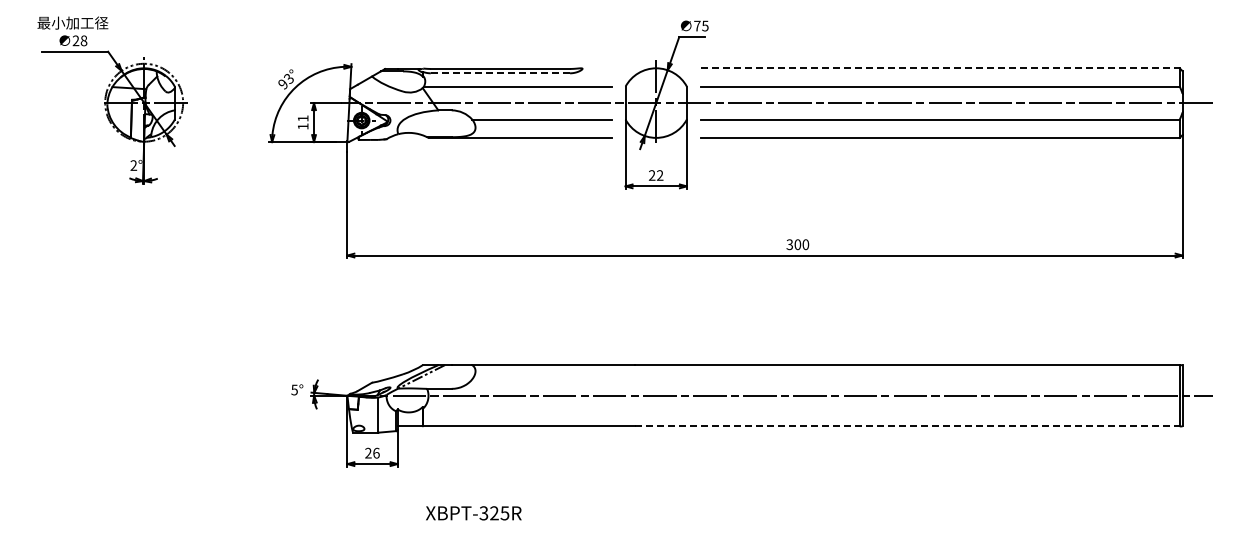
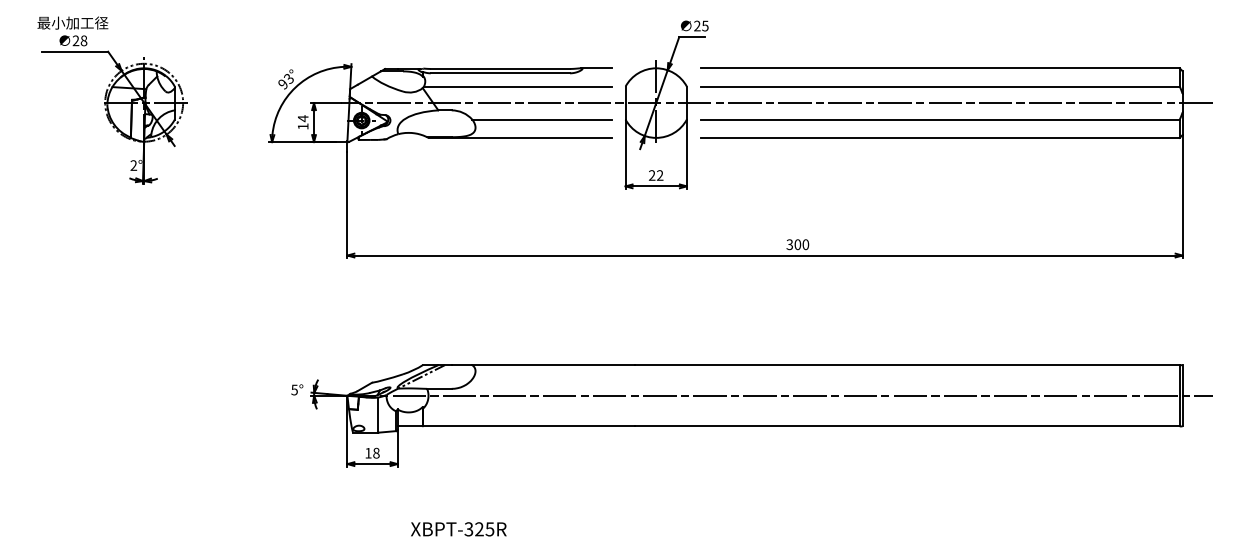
text at (697, 25): 75 -> 25
line at (596, 68): none -> present
line at (940, 68): dashed -> solid
line at (500, 73): dashed -> solid
text at (303, 118): 11 -> 14
line at (907, 426): dashed -> solid
text at (372, 452): 26 -> 18
text at (473, 513) position: (473, 513) -> (458, 529)
